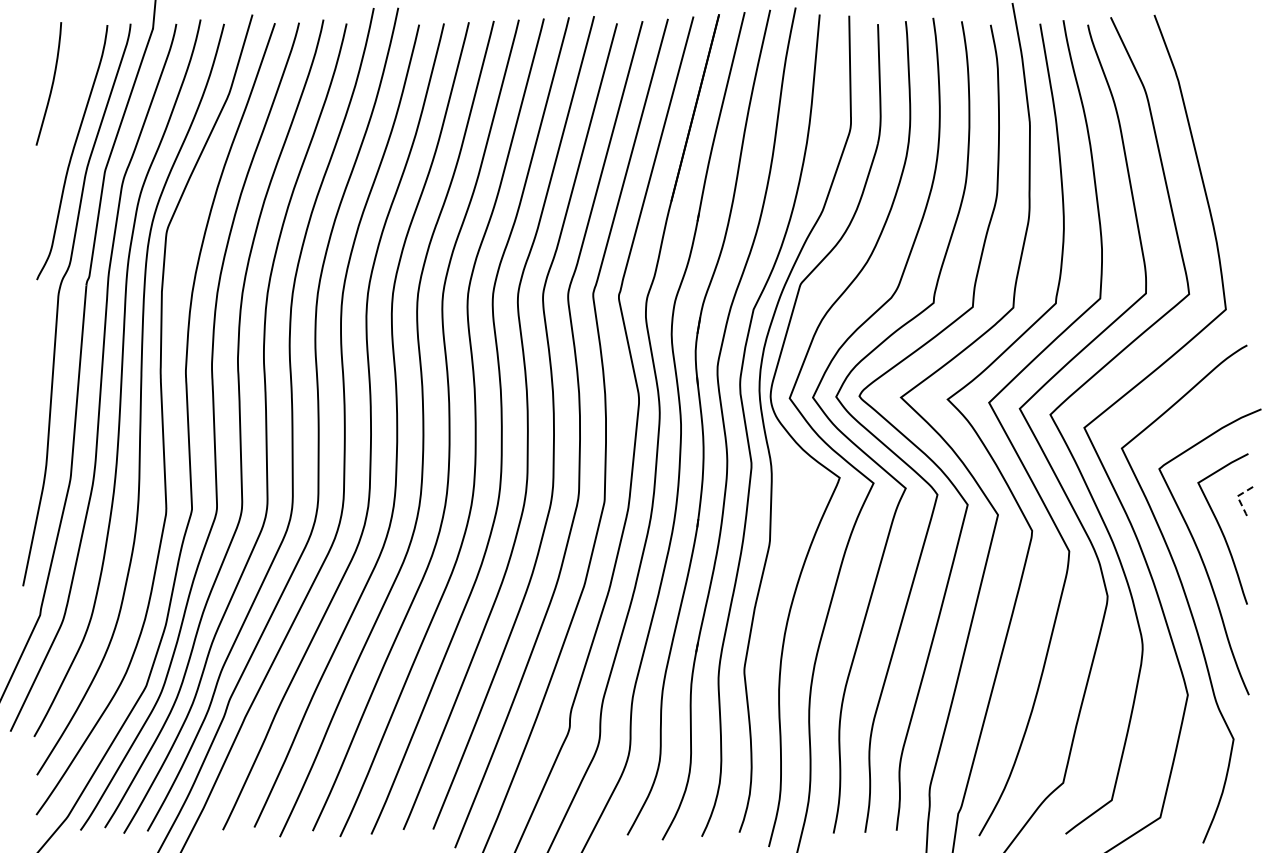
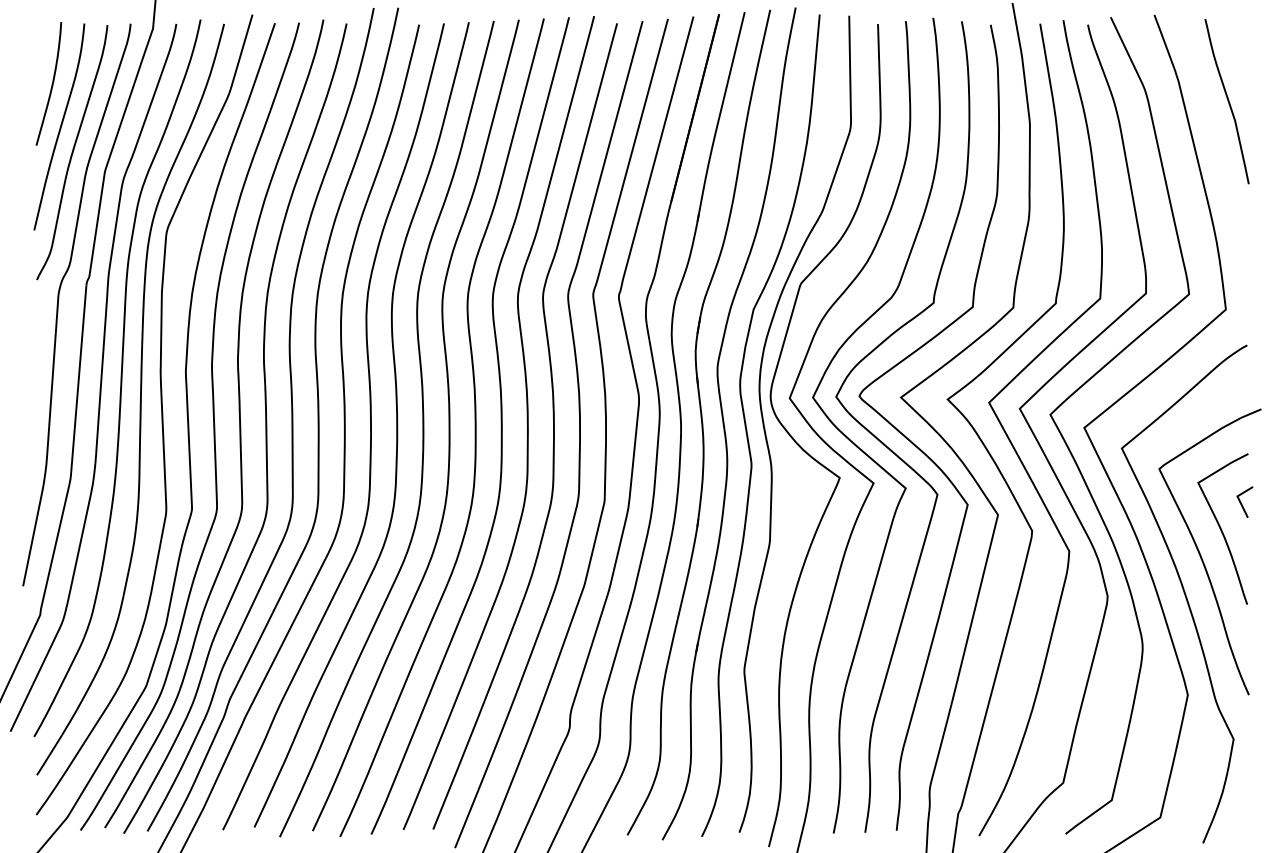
curve at (1227, 101): none -> present
curve at (60, 126): none -> present
line at (1238, 498): dashed -> solid
